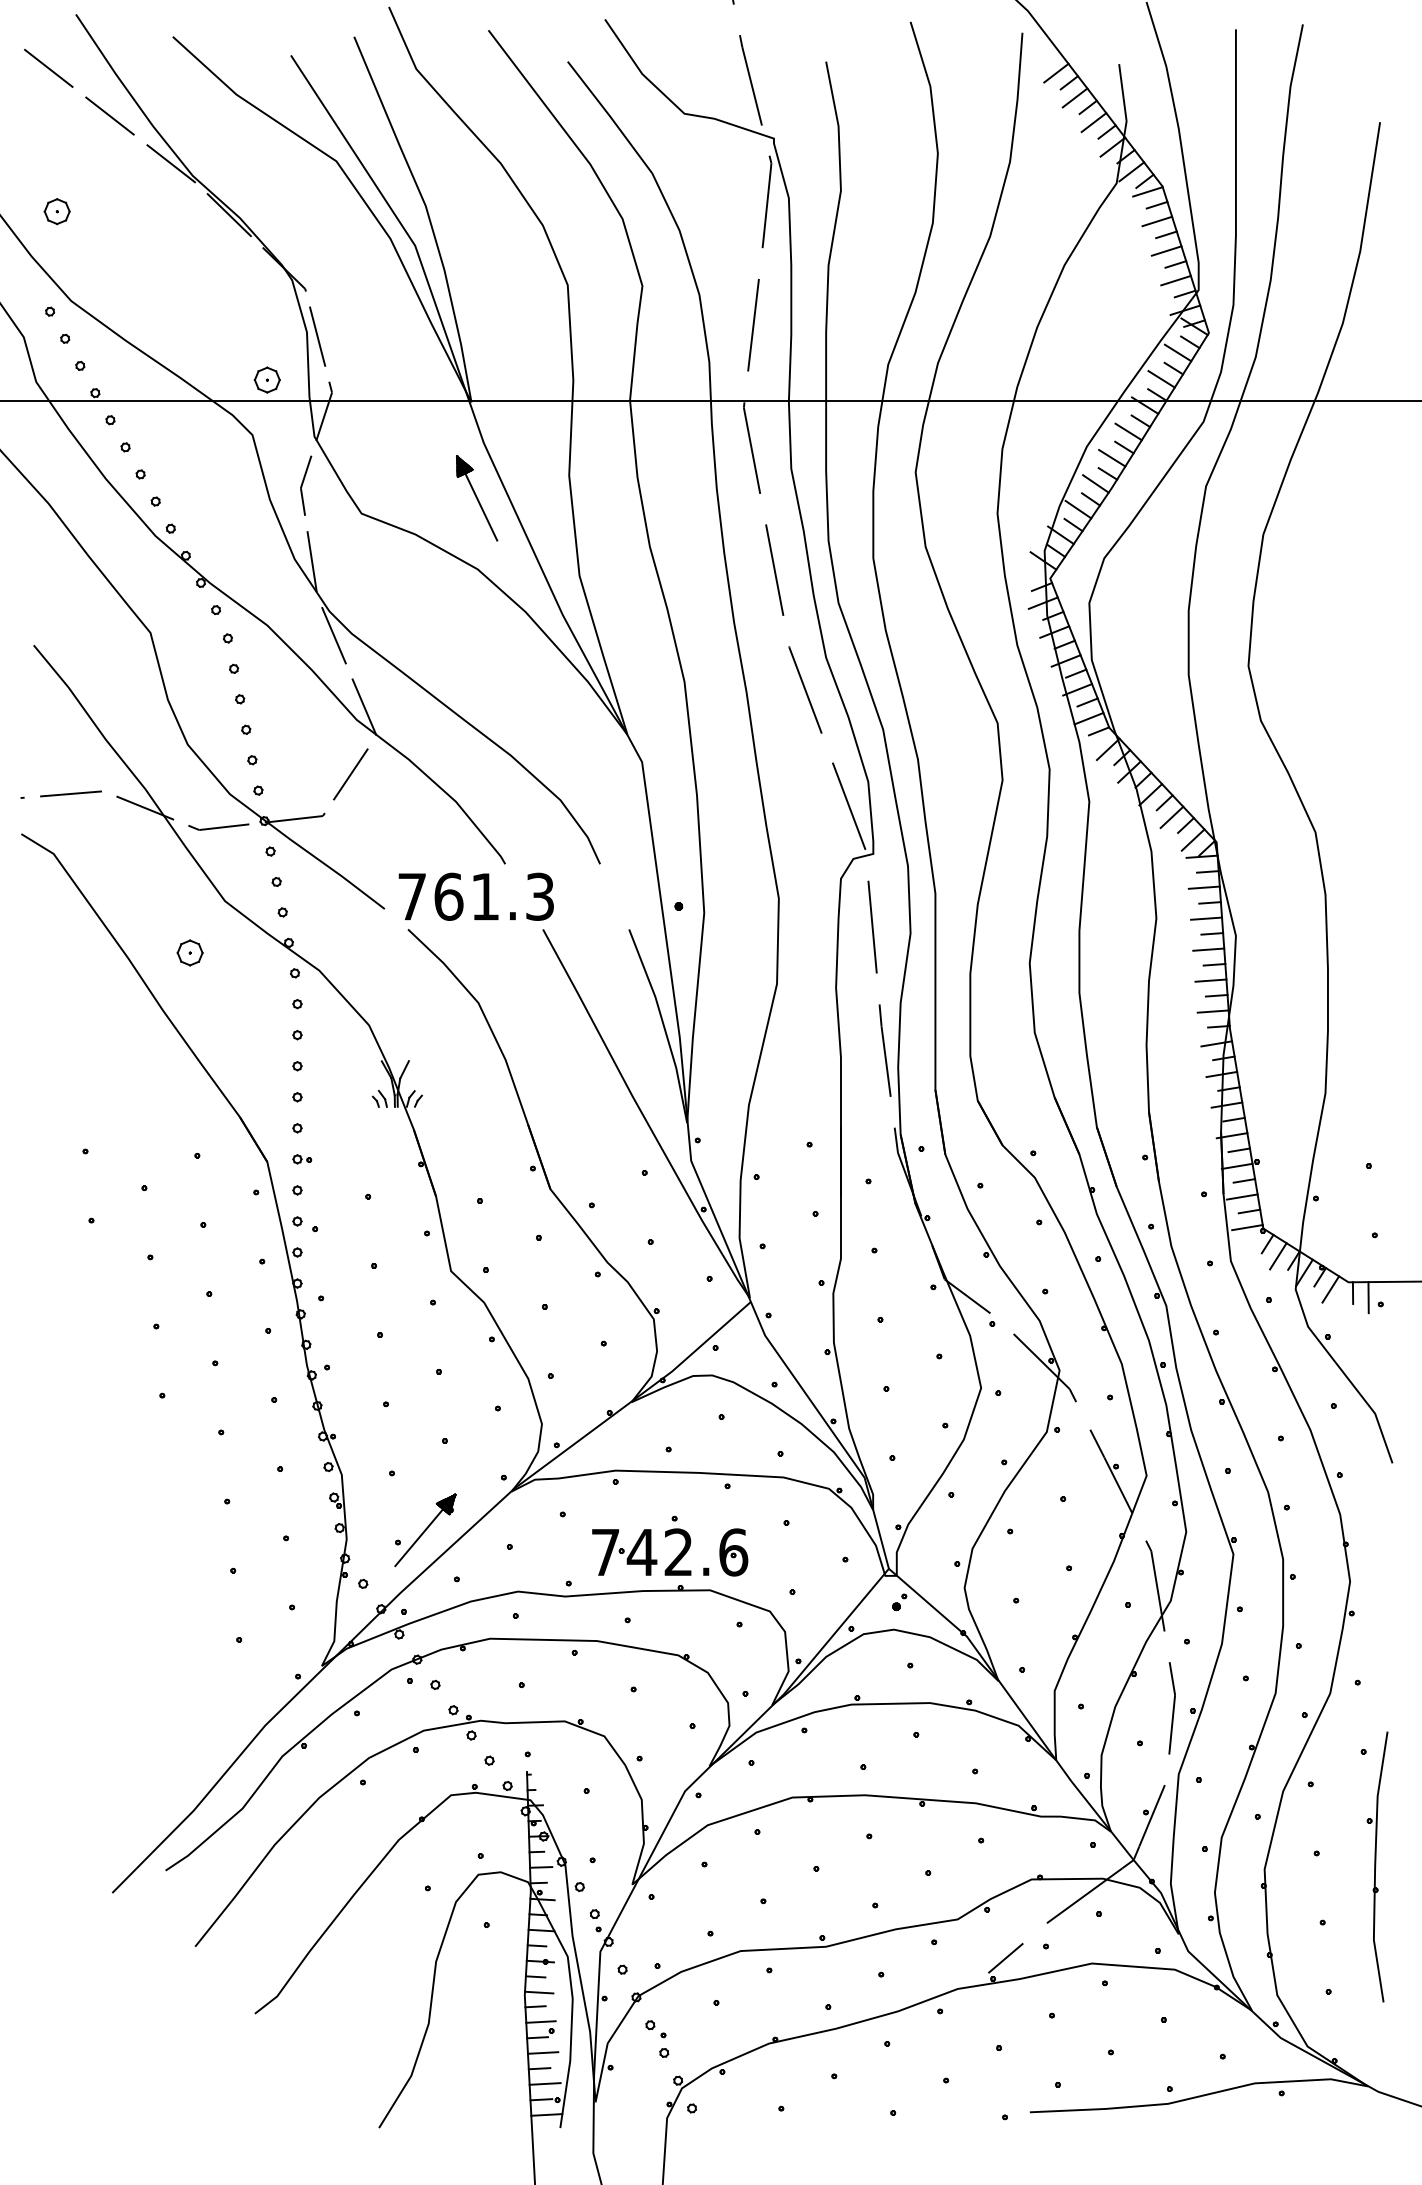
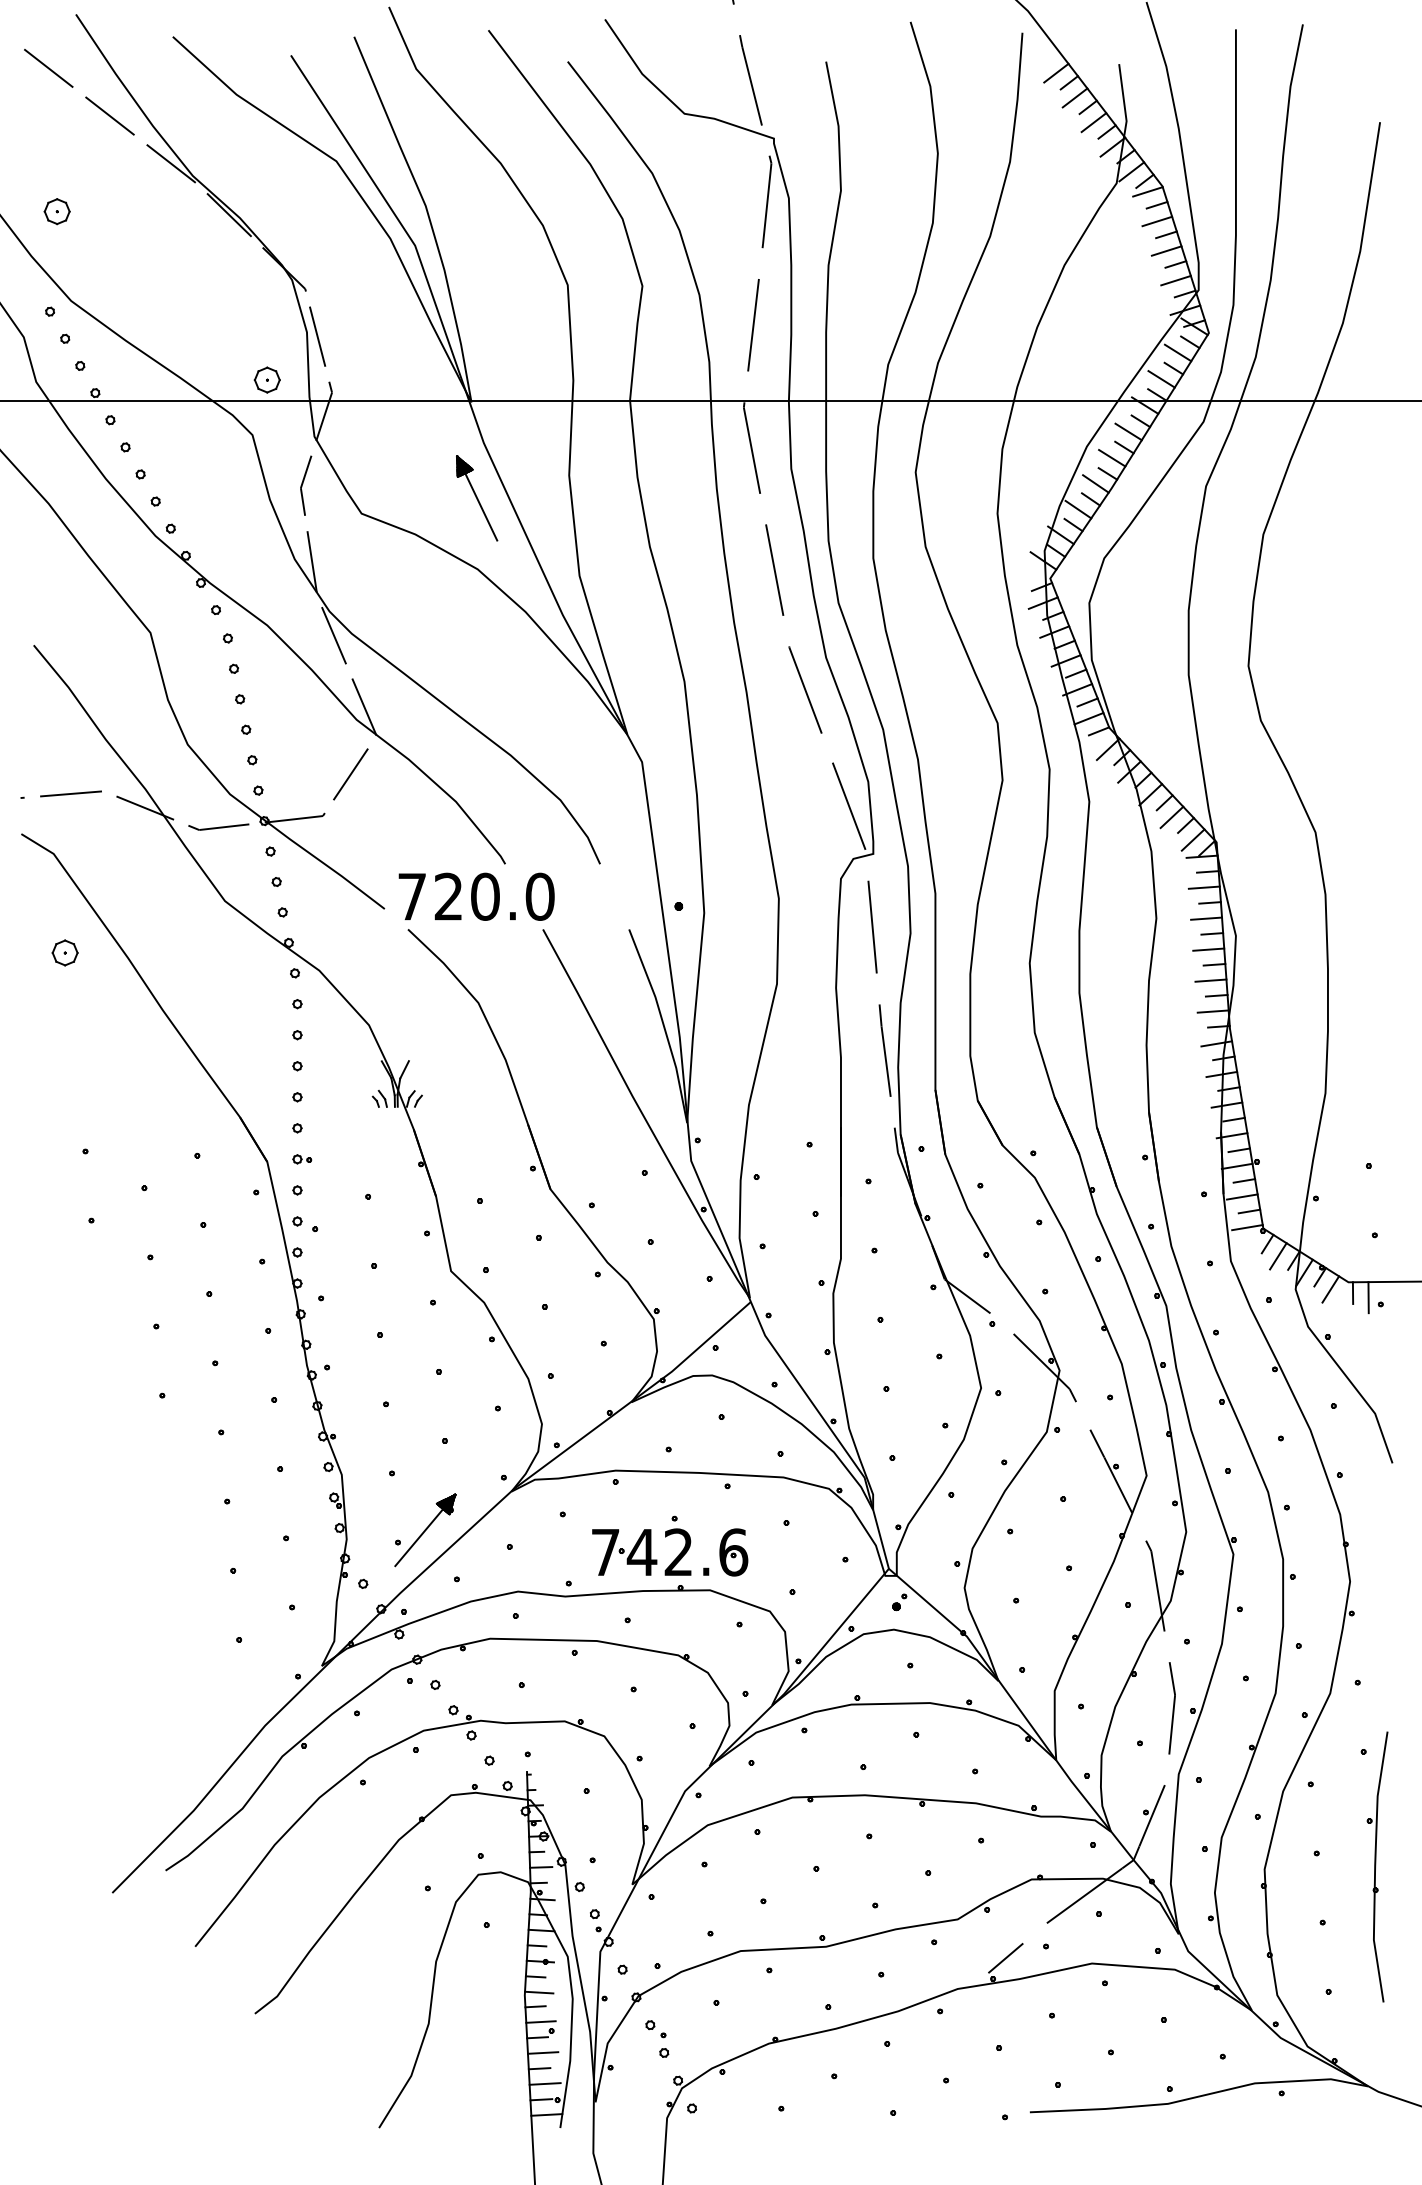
text at (494, 896): 761.3 -> 720.0
part at (189, 952) position: (189, 952) -> (64, 952)
